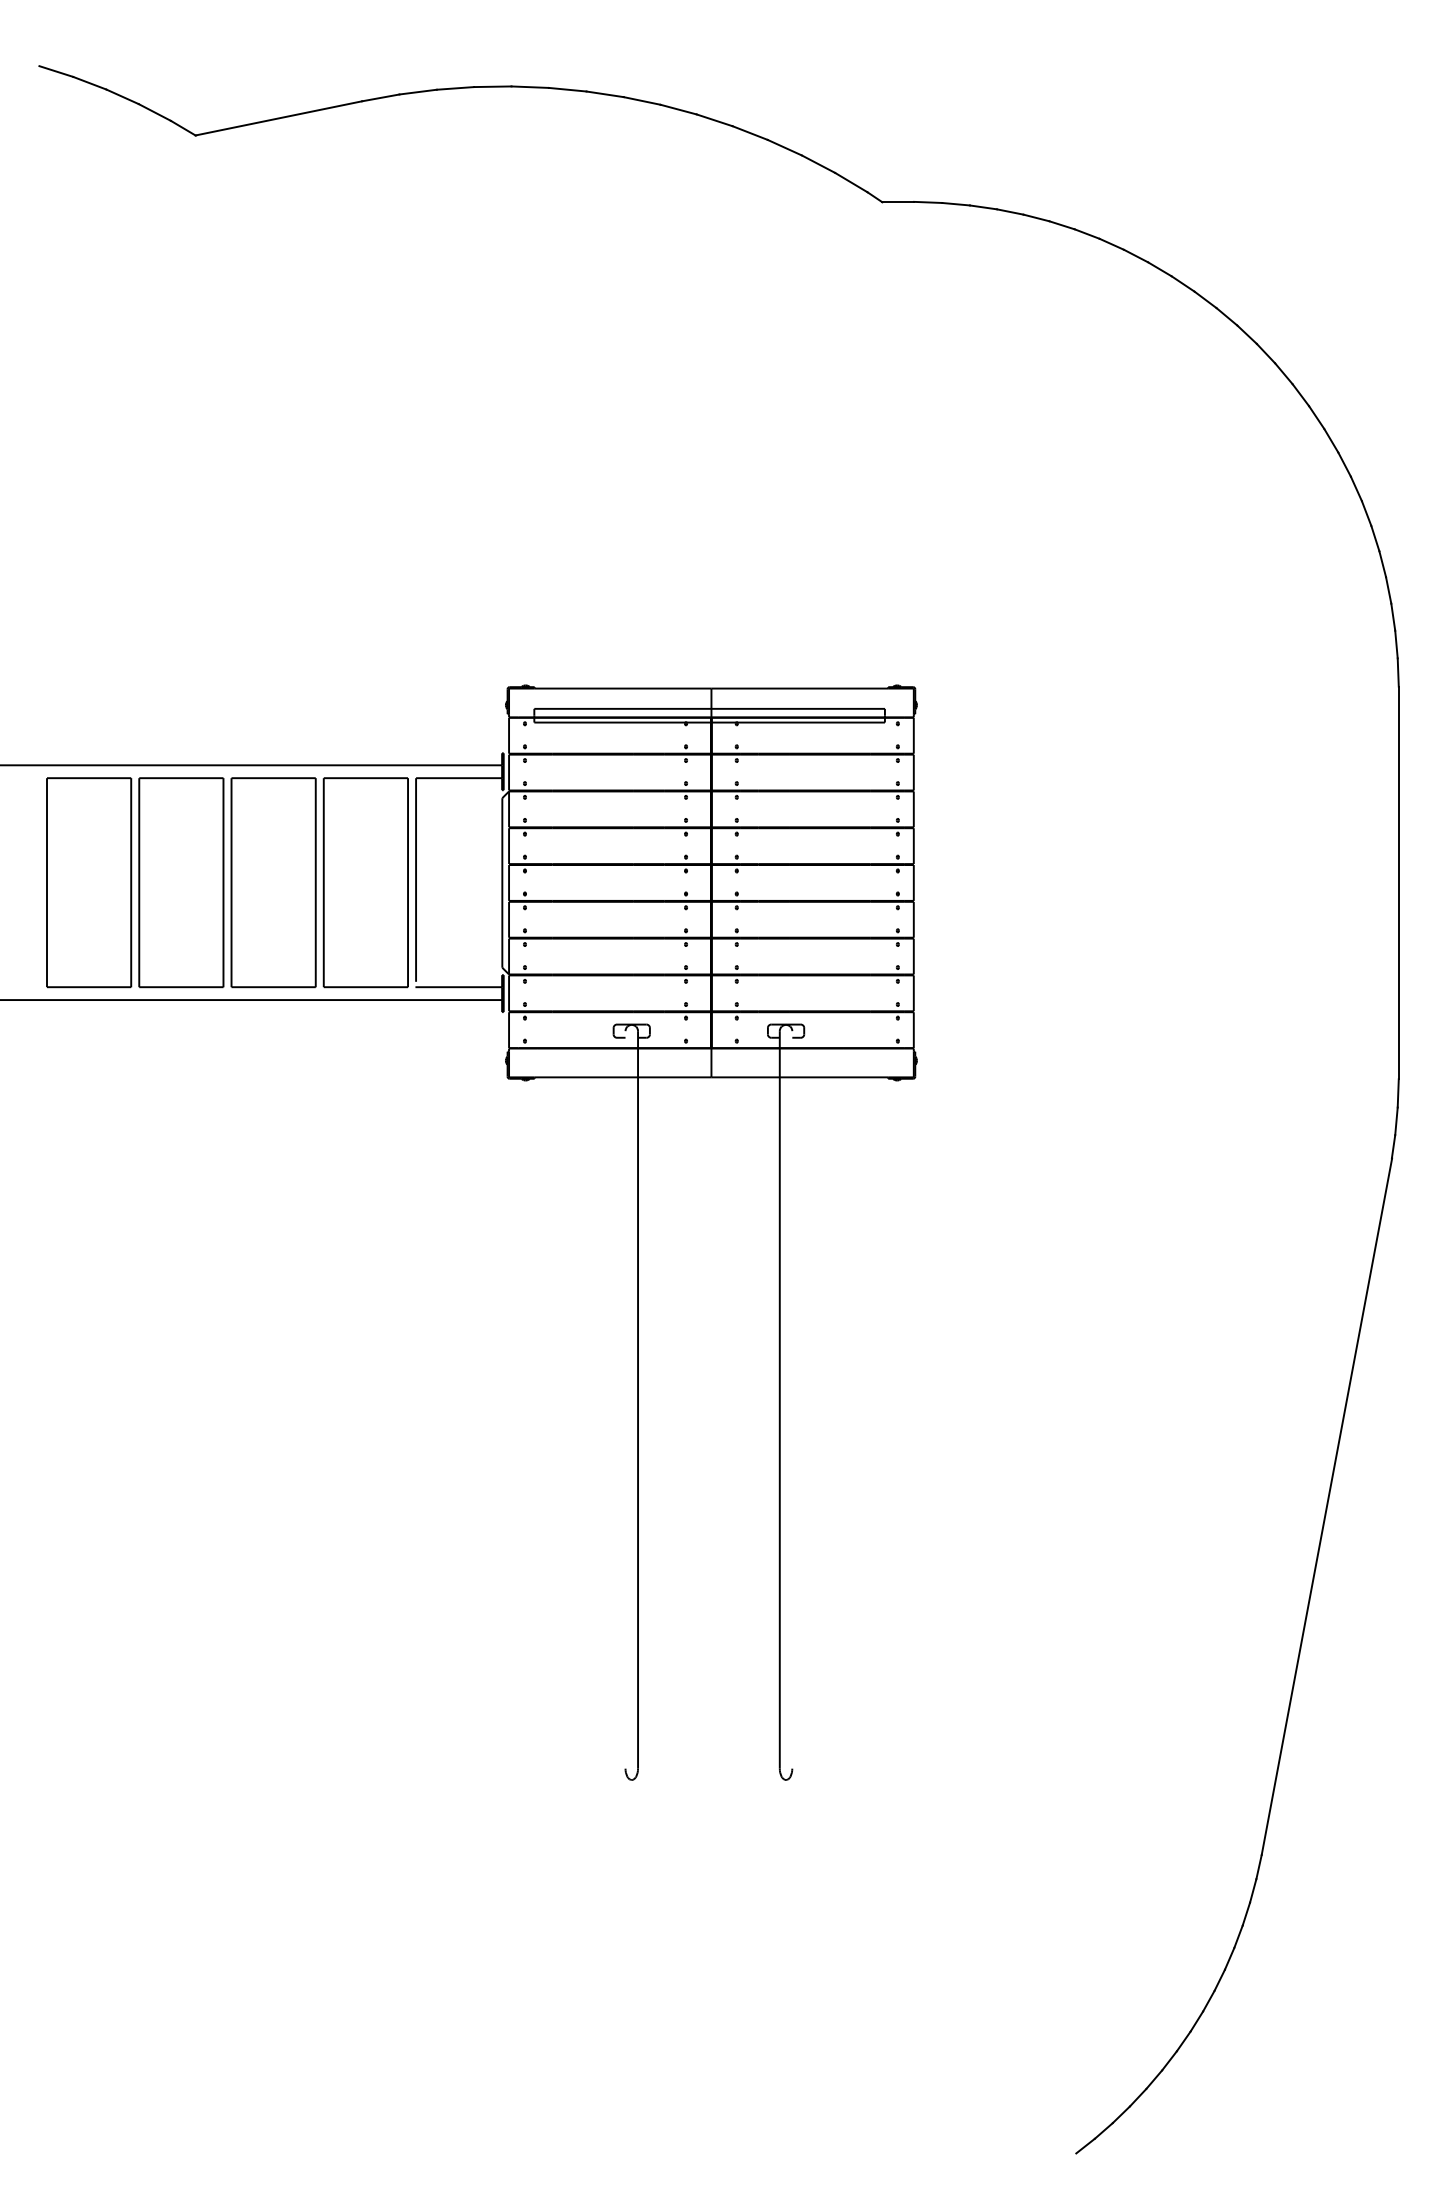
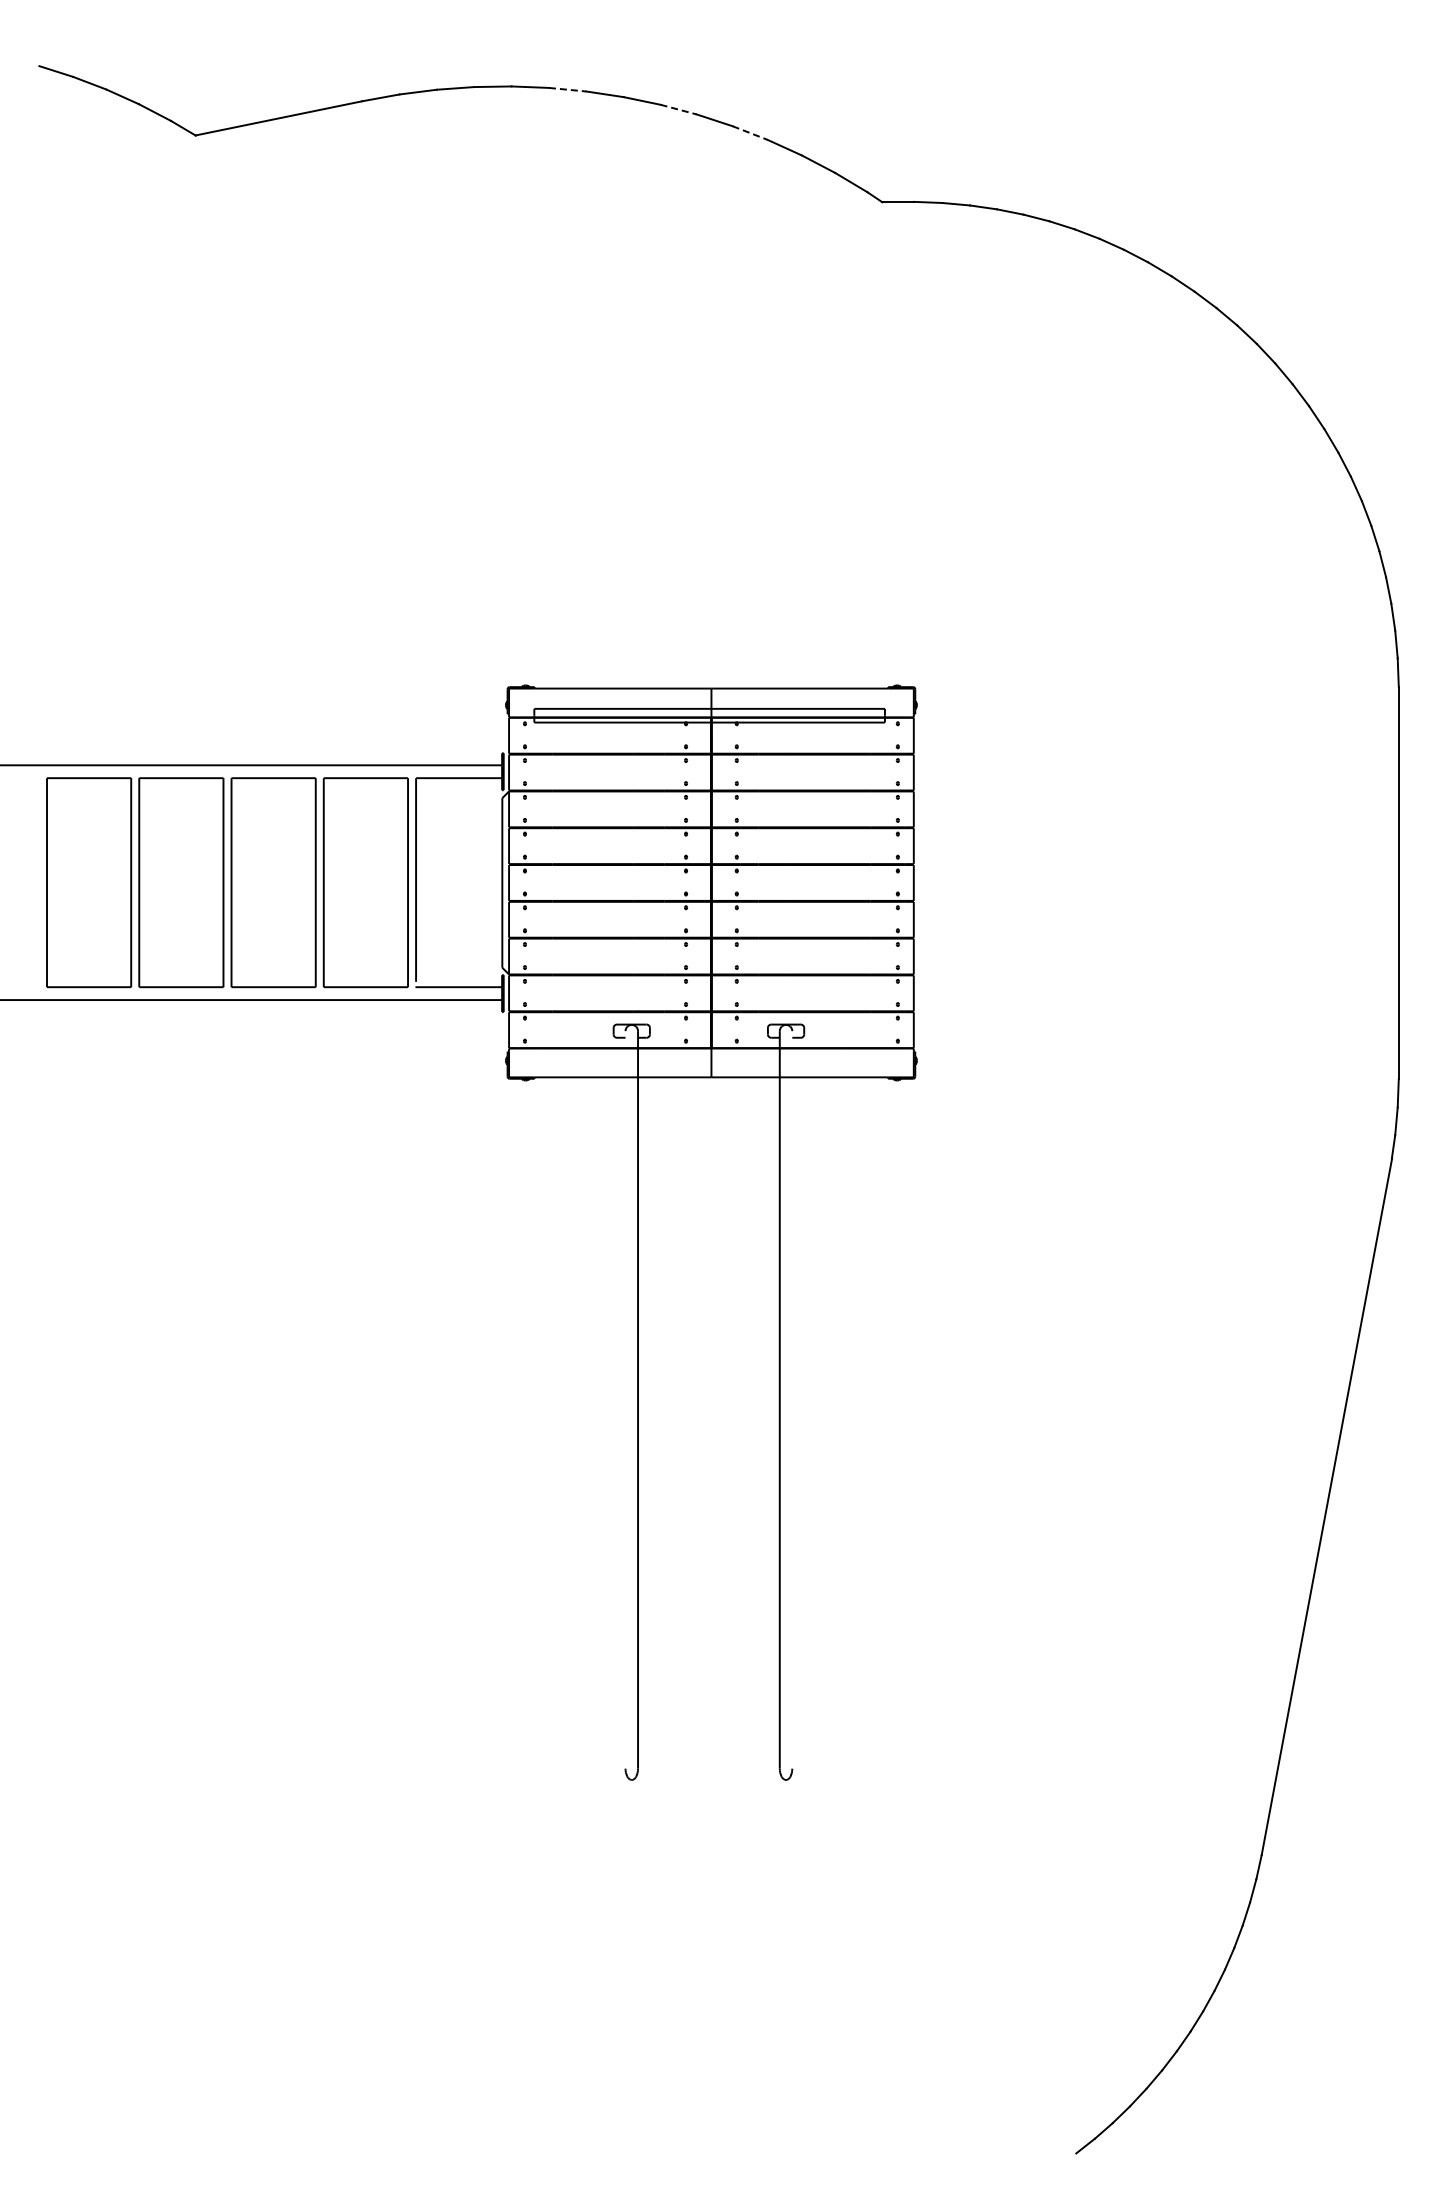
line at (567, 89): solid -> dashed
line at (678, 109): solid -> dashed
line at (750, 133): solid -> dashed
